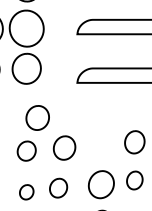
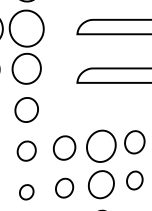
part at (37, 117) position: (37, 117) -> (26, 109)
part at (101, 145): none -> present
part at (58, 187) position: (58, 187) -> (64, 187)
